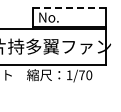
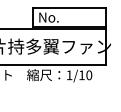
line at (69, 8): dashed -> solid
text at (81, 75): 1/70 -> 1/10
